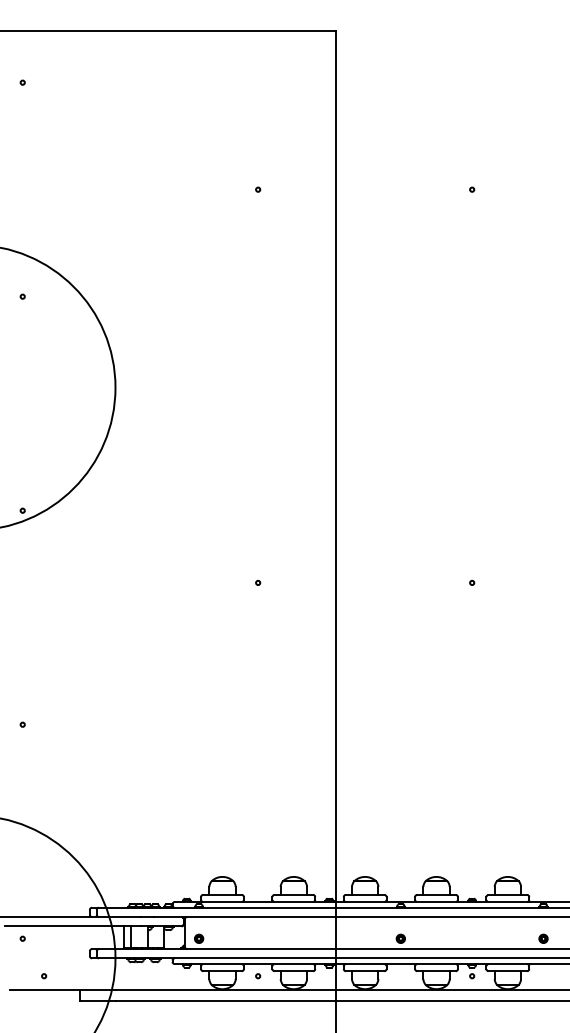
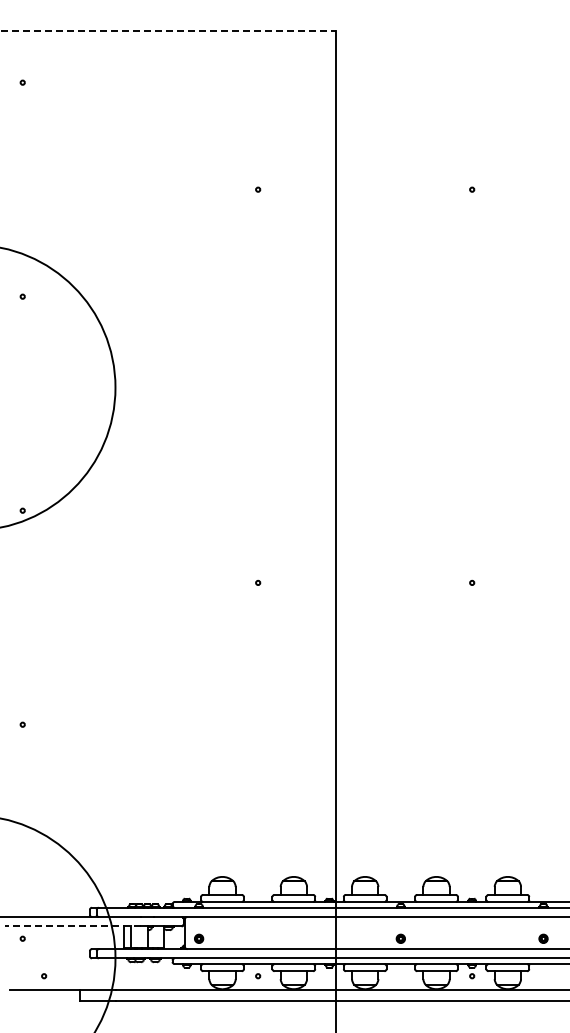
line at (168, 30): solid -> dashed
line at (72, 926): solid -> dashed
